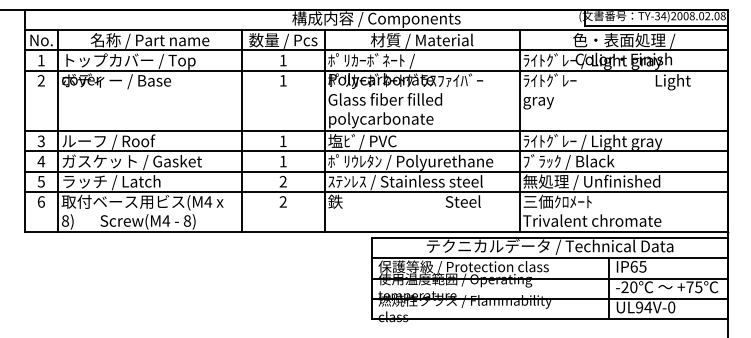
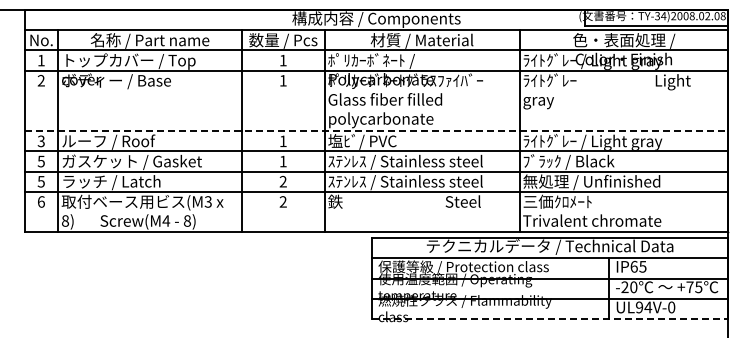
line at (376, 131): solid -> dashed
text at (41, 161): 4 -> 5
text at (410, 162): ﾎﾟﾘｳﾚﾀﾝ / Polyurethane -> ｽﾃﾝﾚｽ / Stainless steel
text at (208, 201): (M4 -> (M3
line at (550, 318): solid -> dashed
